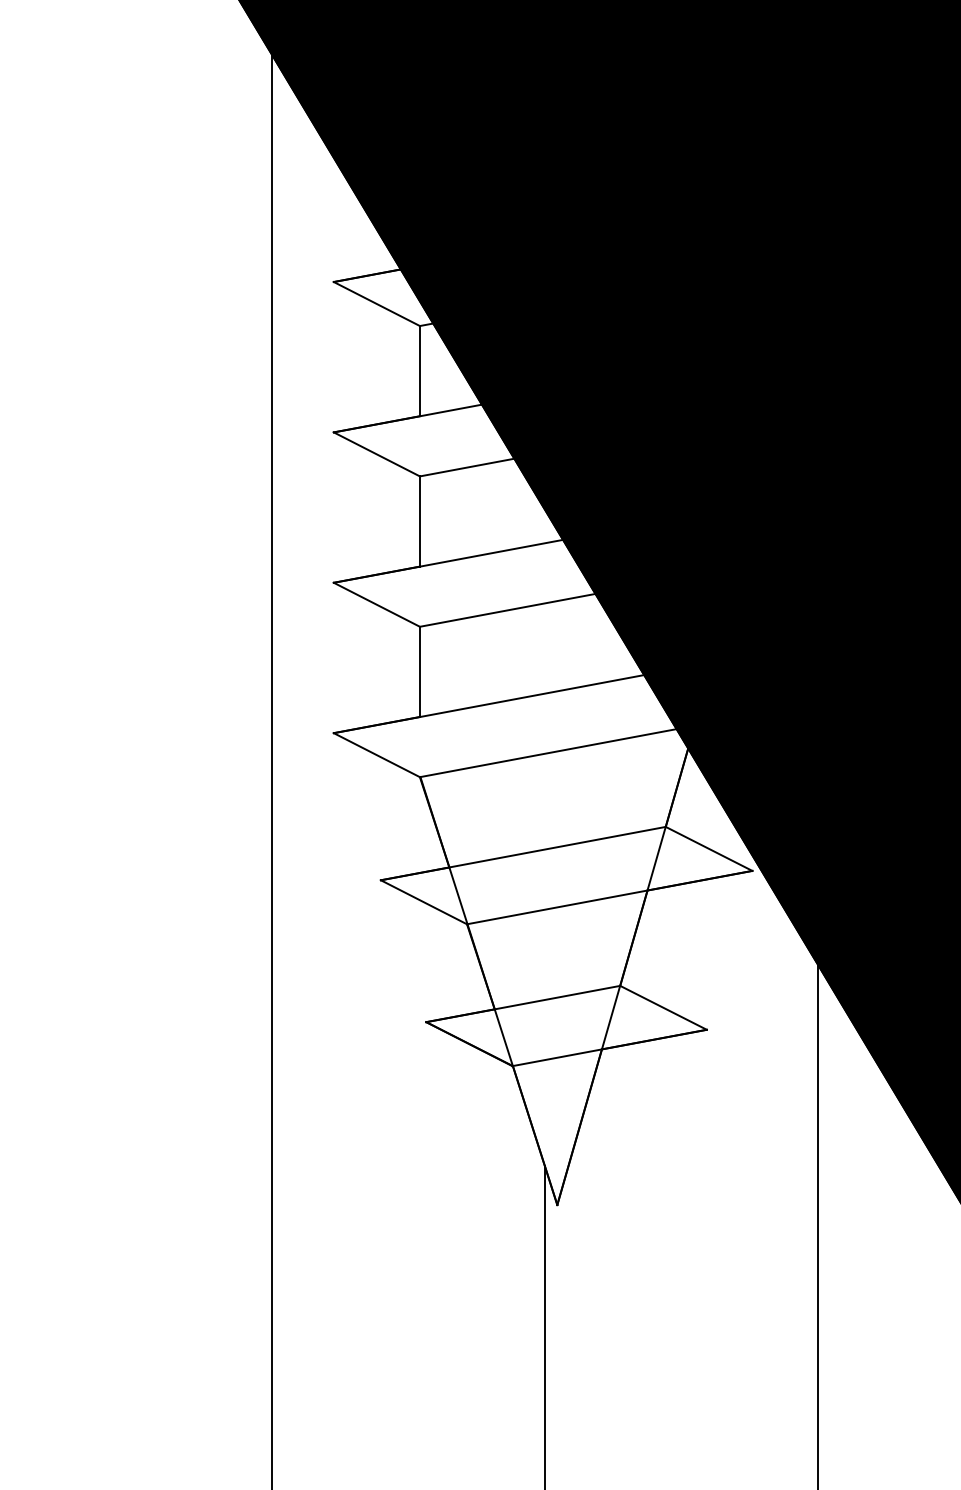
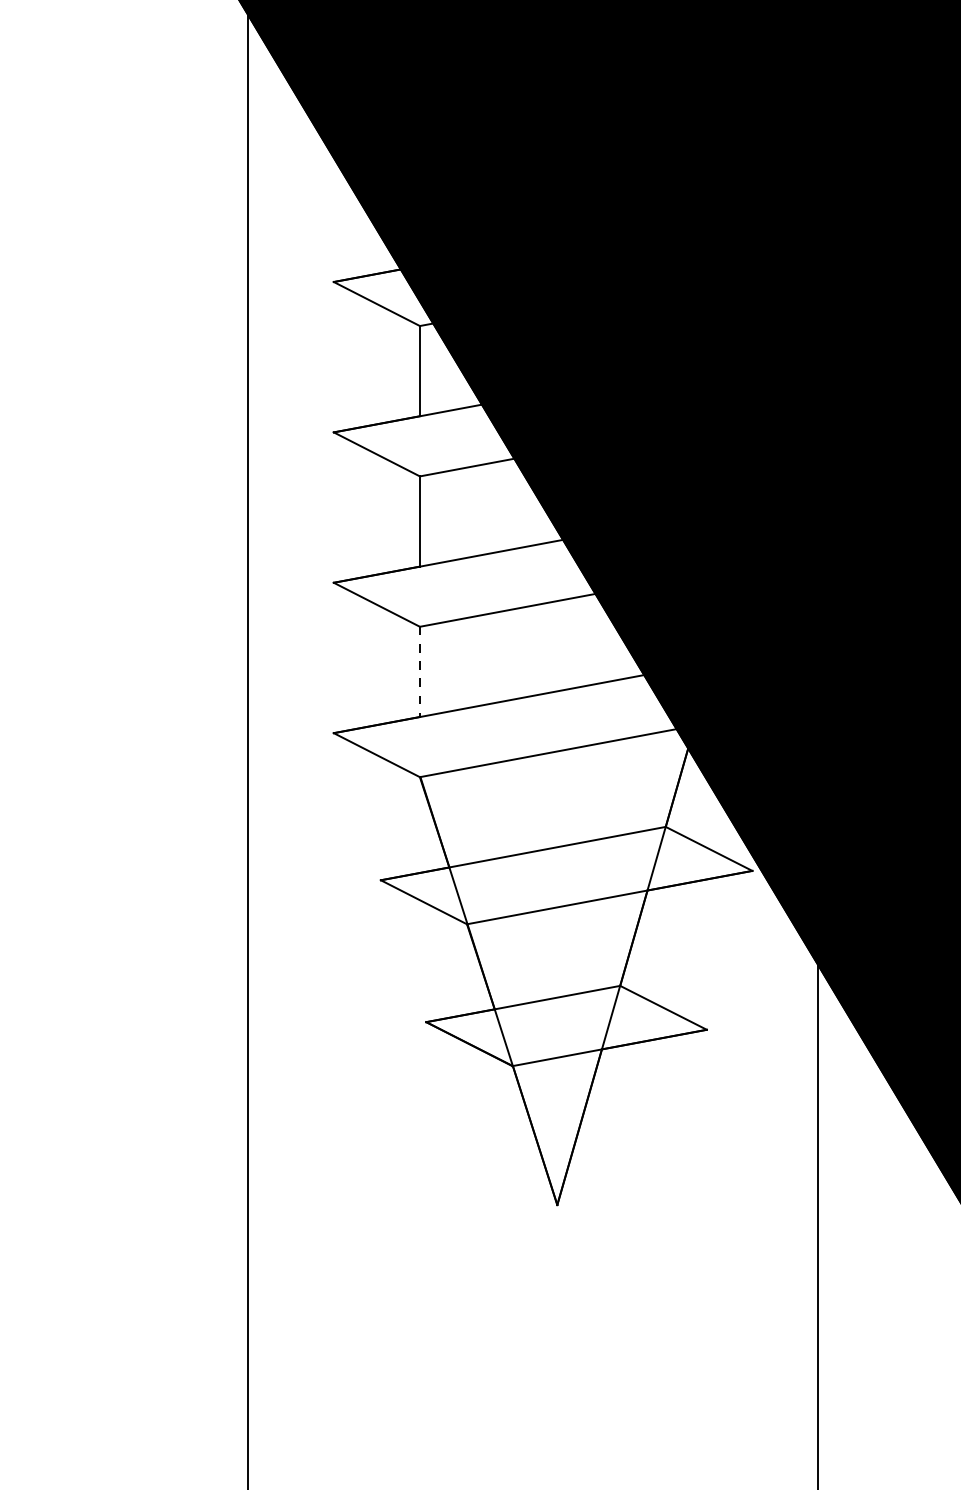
line at (419, 672): solid -> dashed
line at (272, 744) position: (272, 744) -> (248, 744)
line at (544, 1326): present -> none
